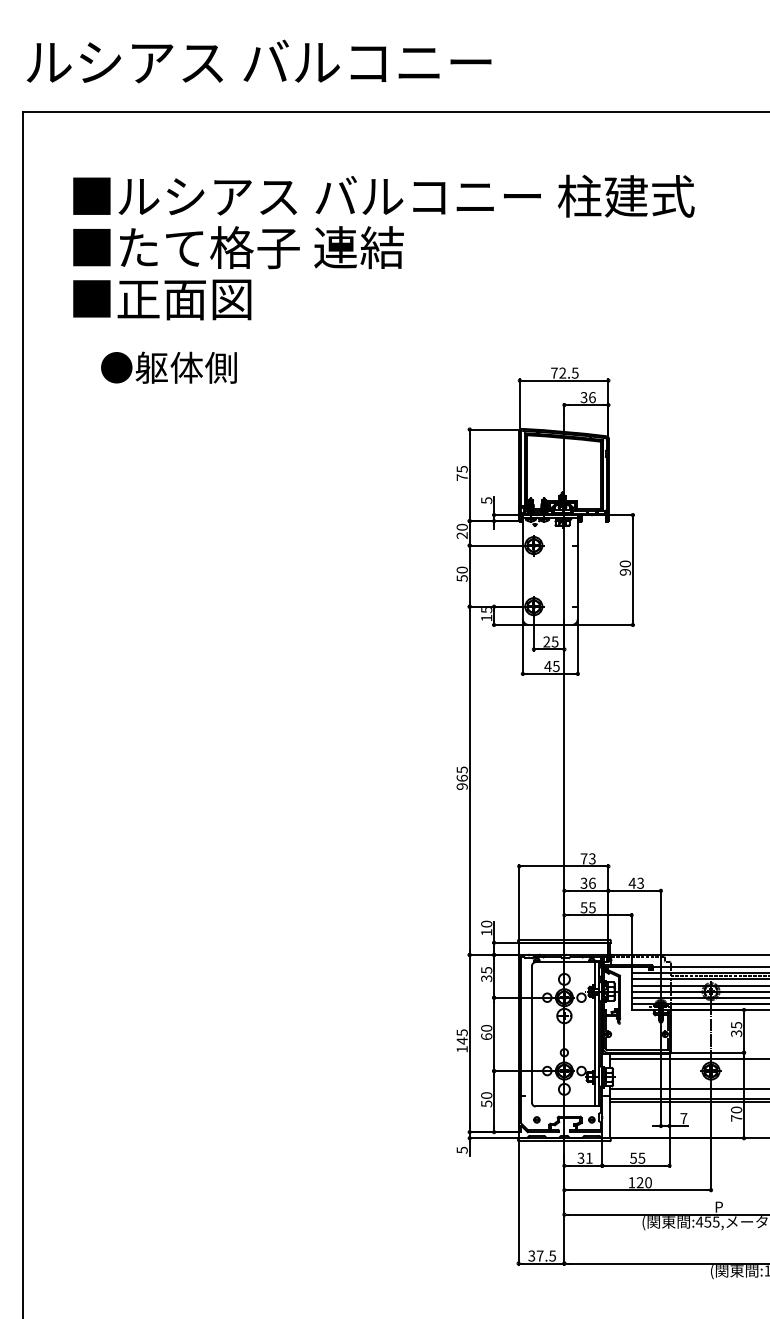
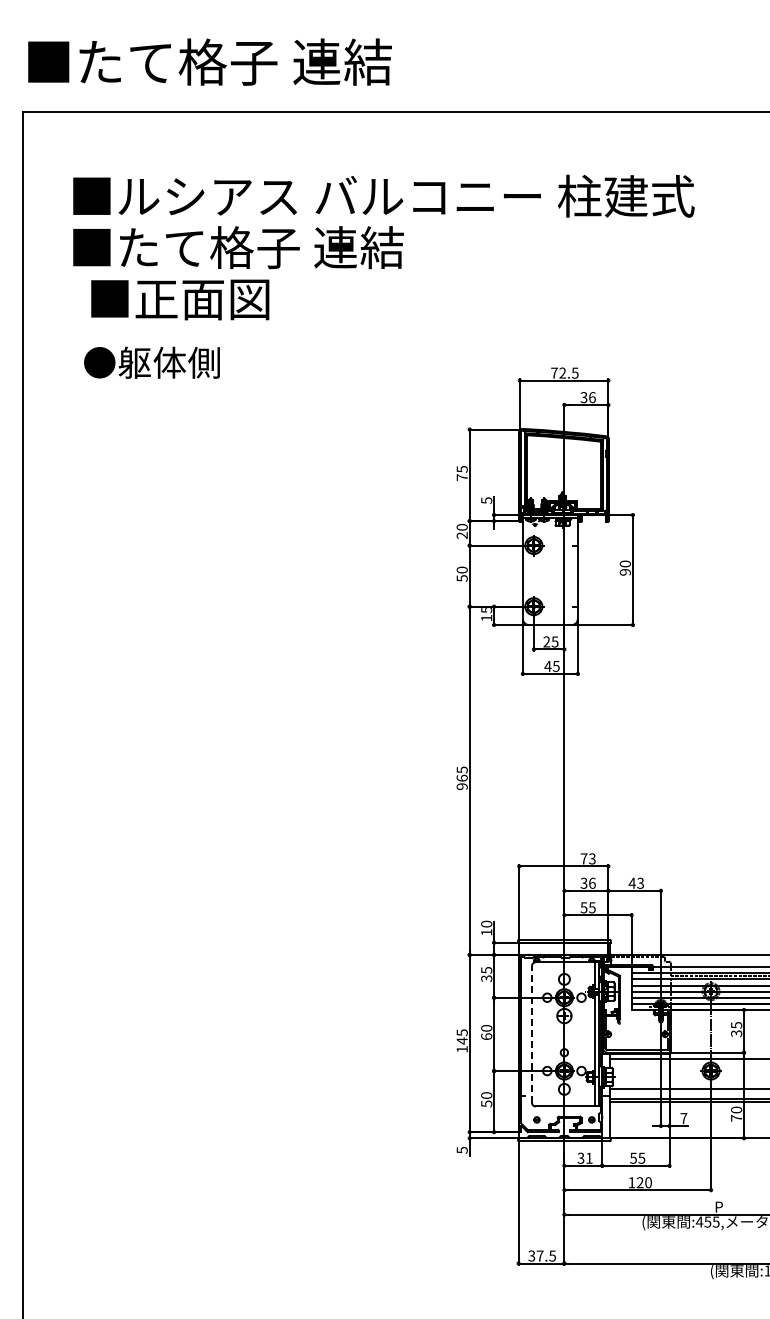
text at (258, 61): ルシアス バルコニー -> ■たて格子 連結
text at (162, 299) position: (162, 299) -> (180, 299)
text at (168, 367) position: (168, 367) -> (151, 362)
line at (532, 1033): solid -> dashed
